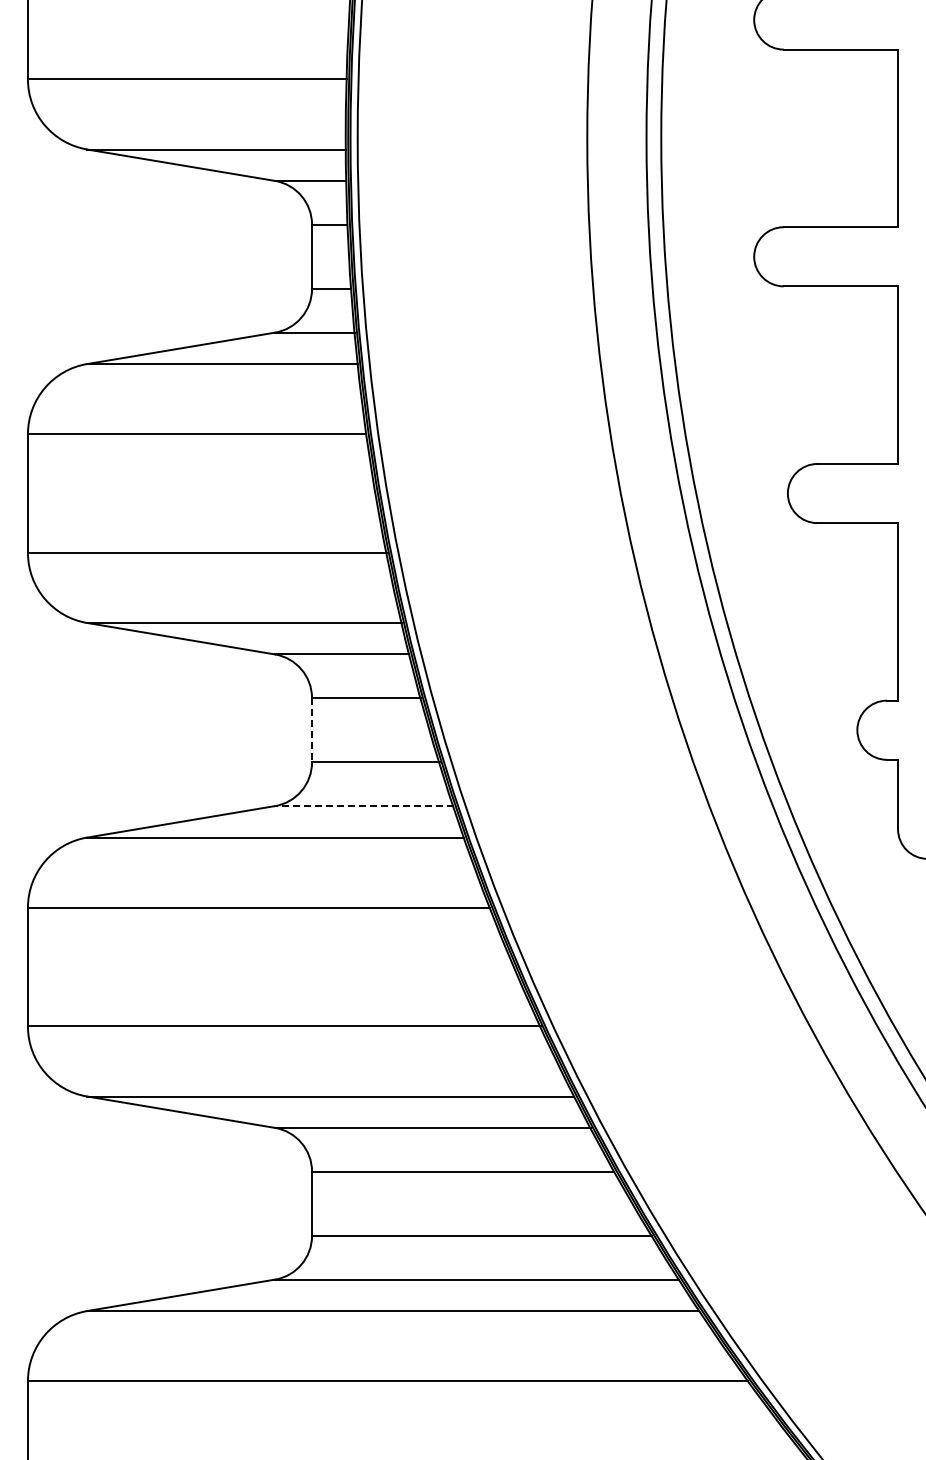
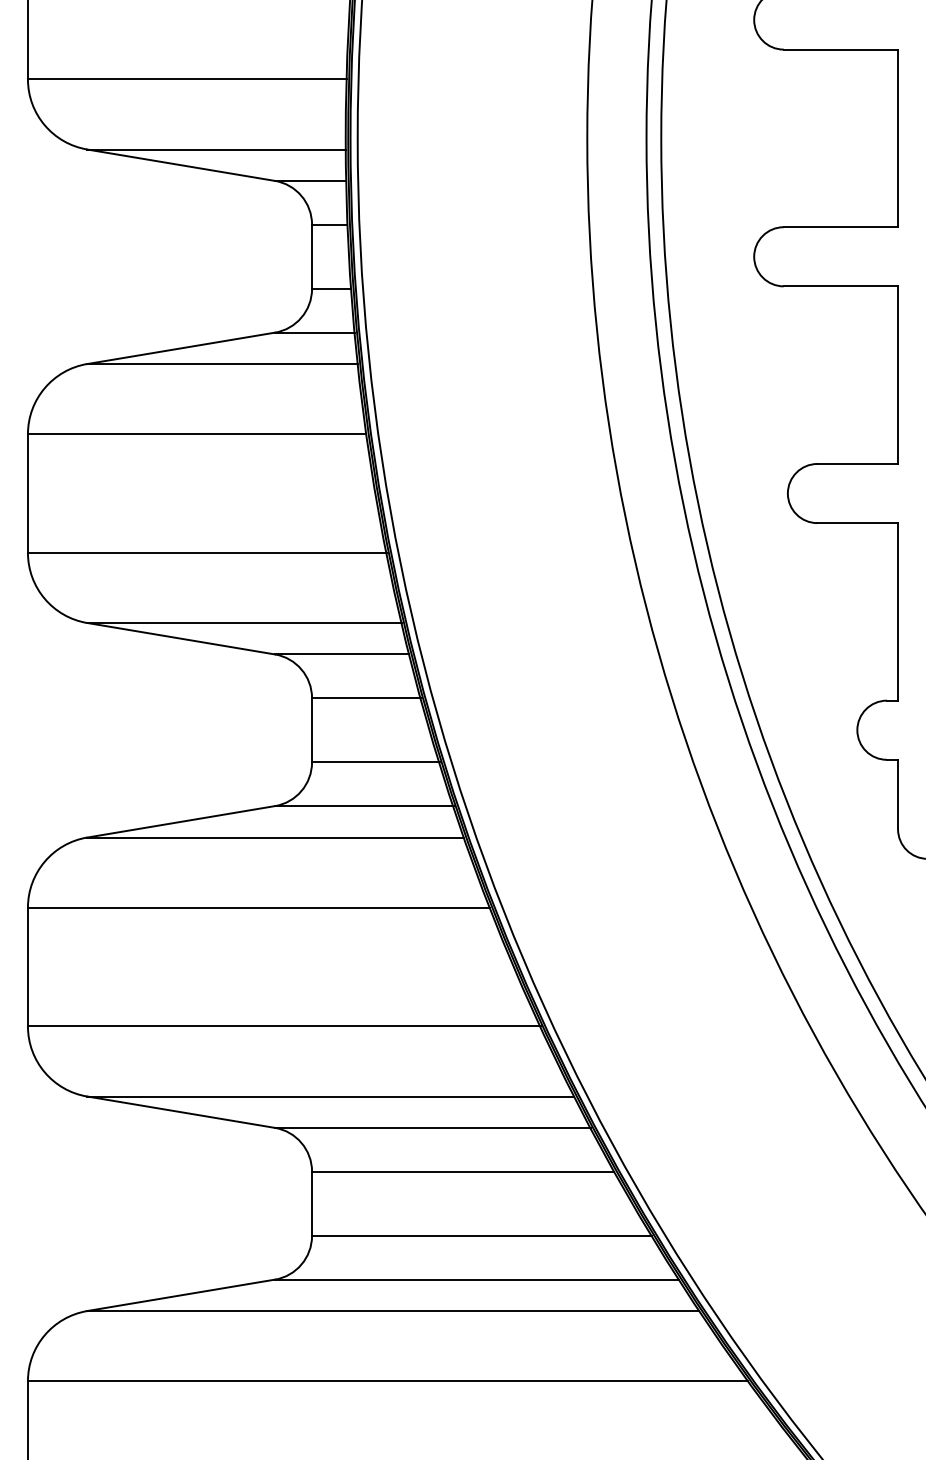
line at (312, 730): dashed -> solid
line at (363, 806): dashed -> solid
